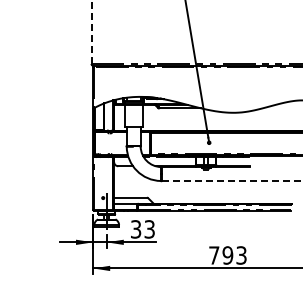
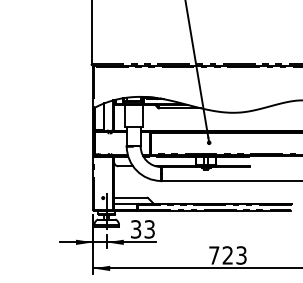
line at (91, 32): dashed -> solid
line at (232, 181): dashed -> solid
text at (227, 255): 793 -> 723
